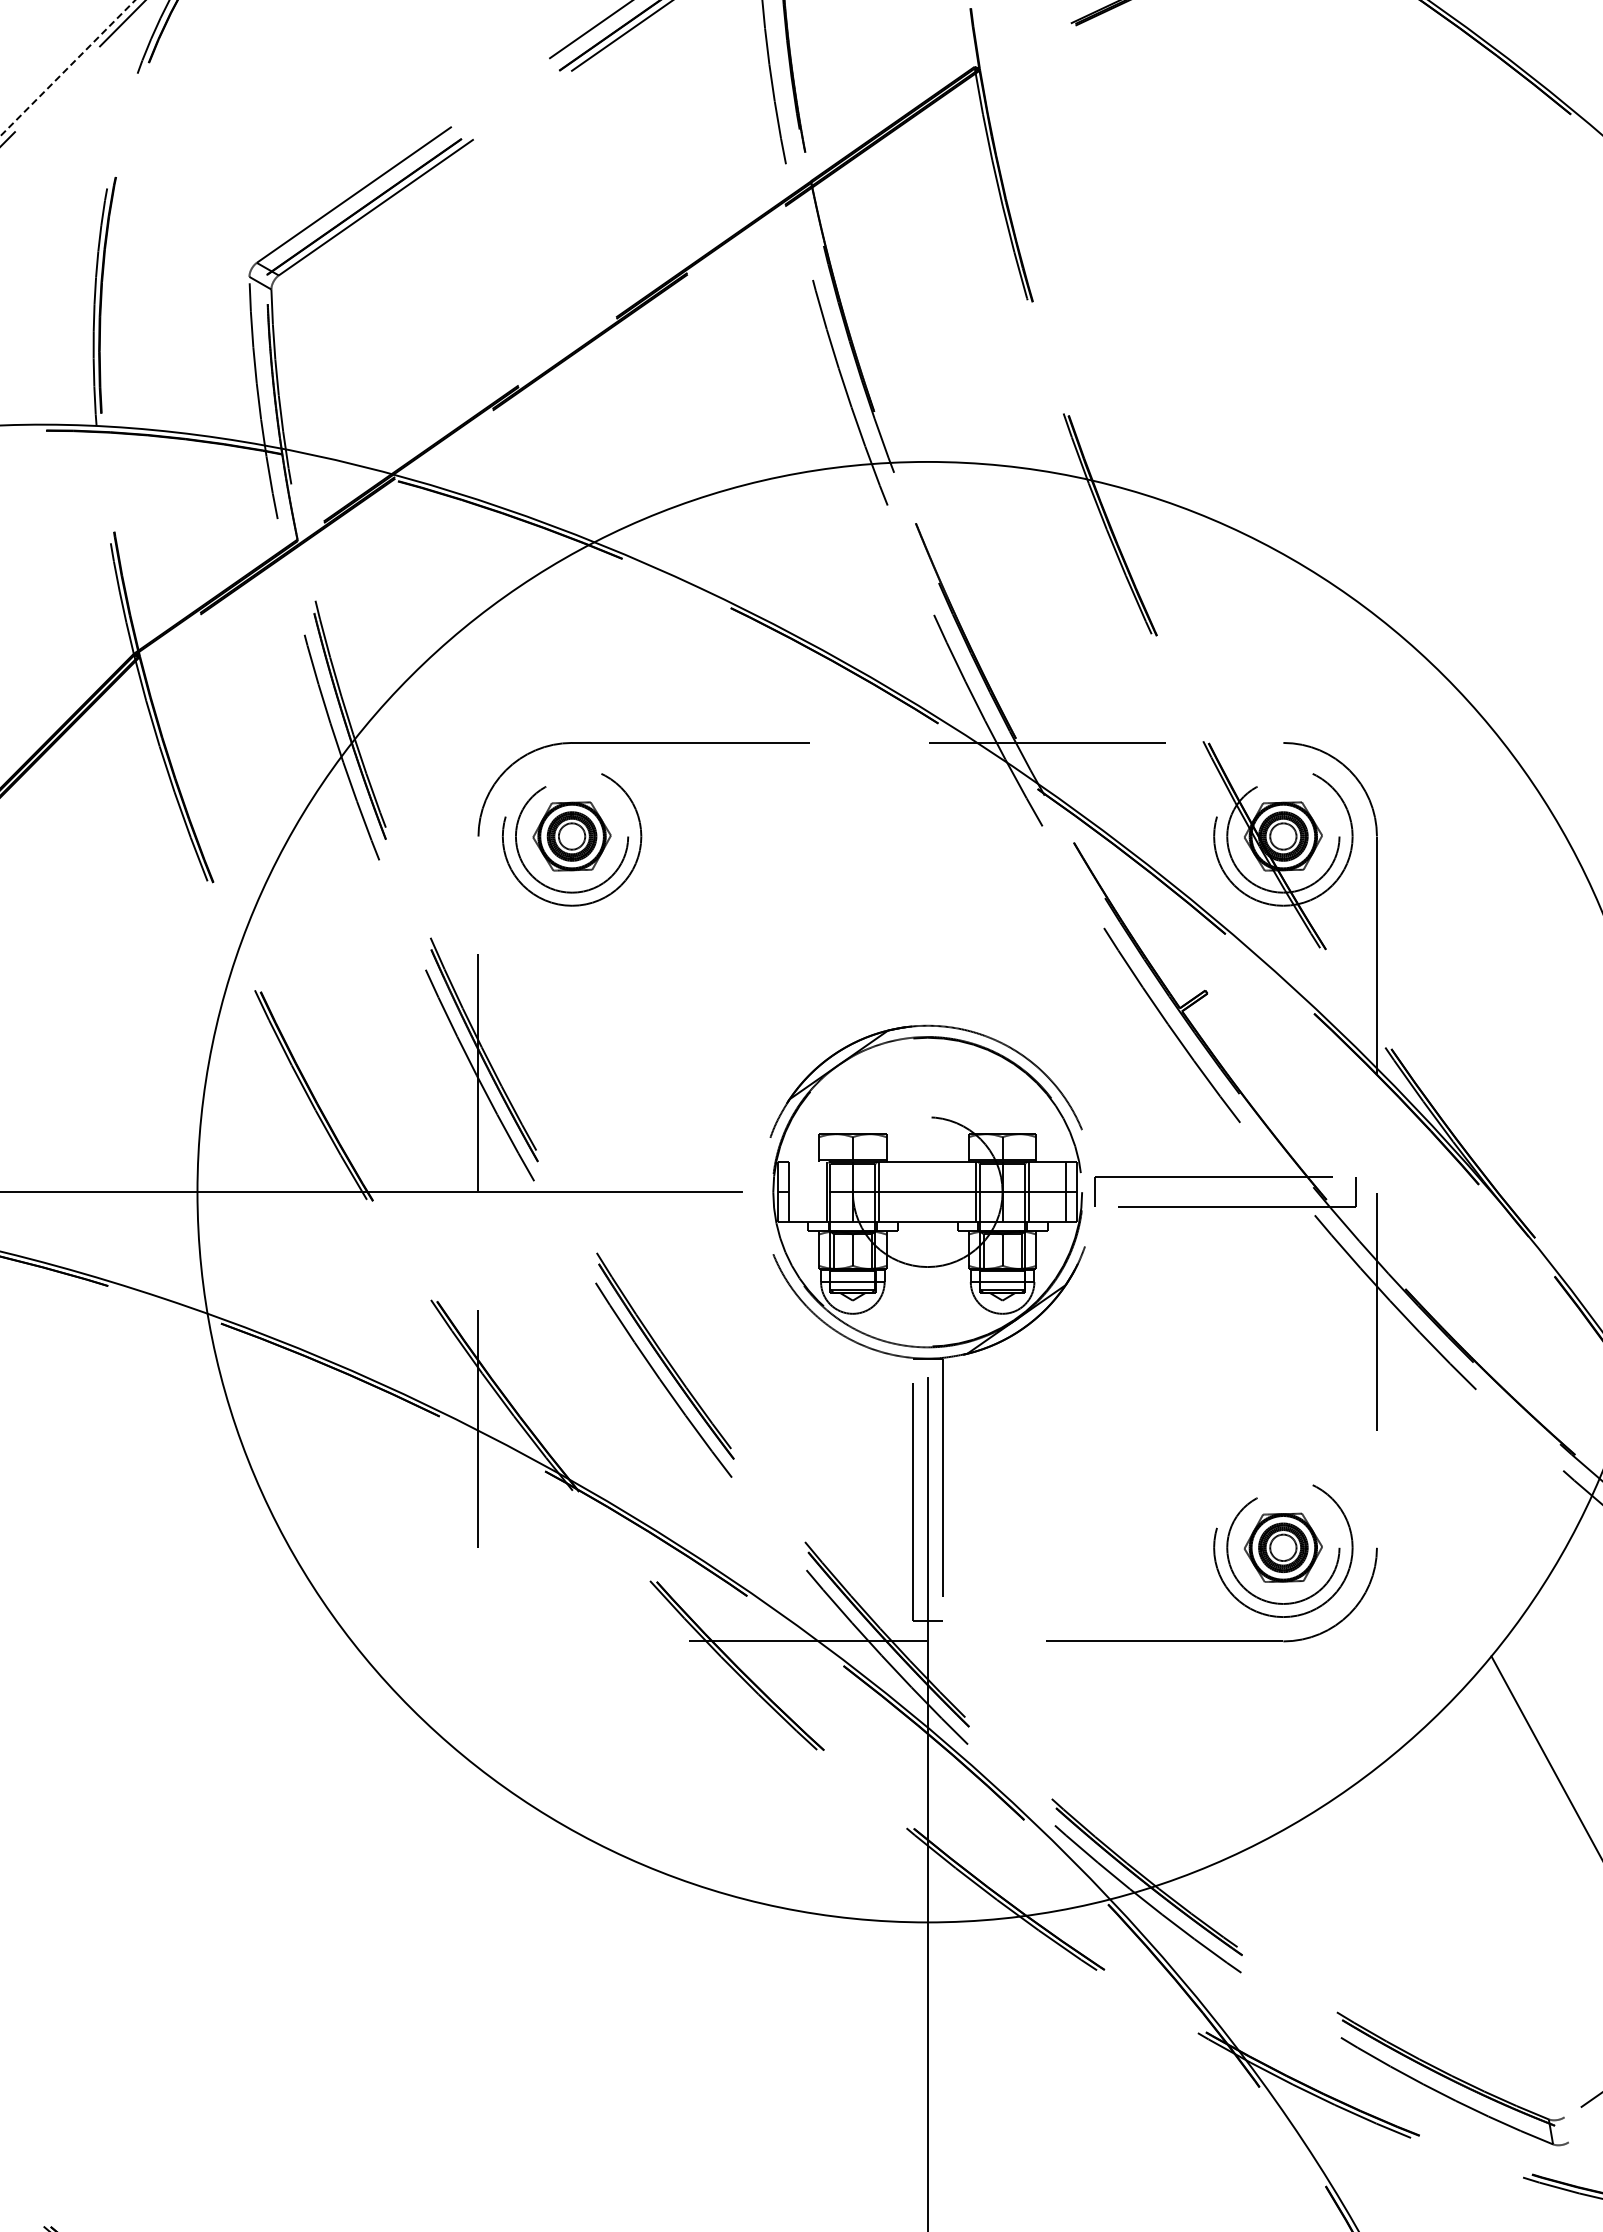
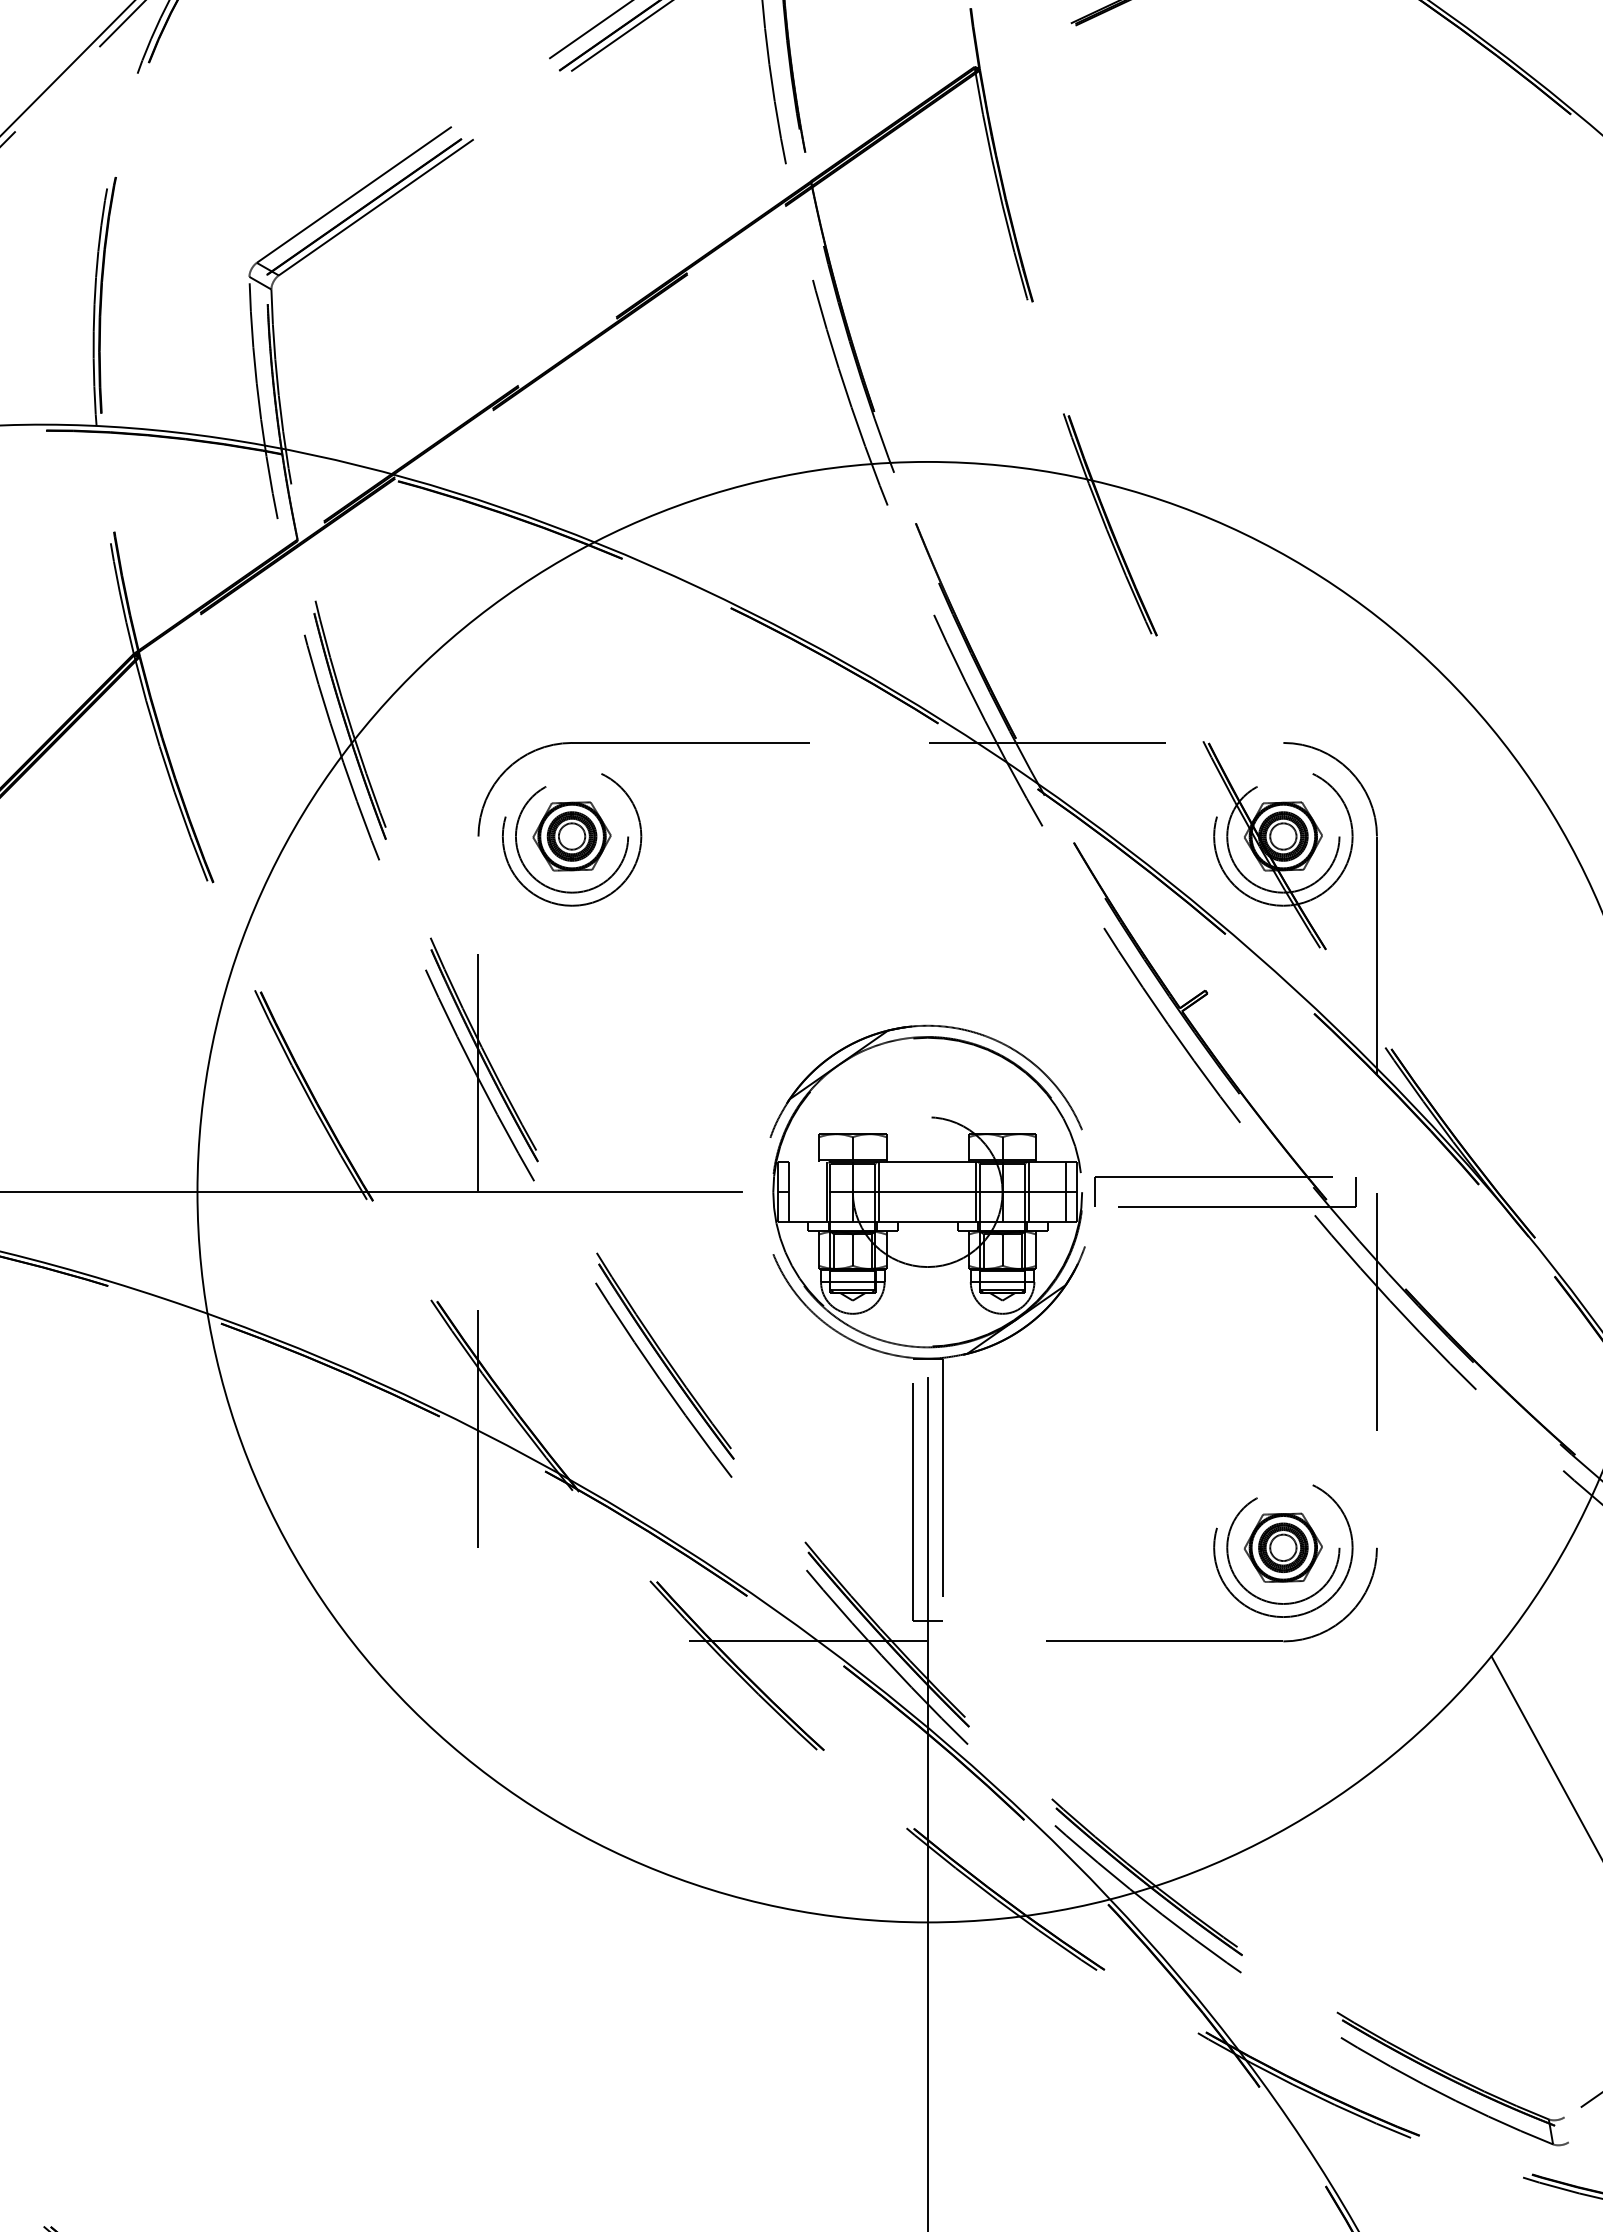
line at (67, 68): dashed -> solid
